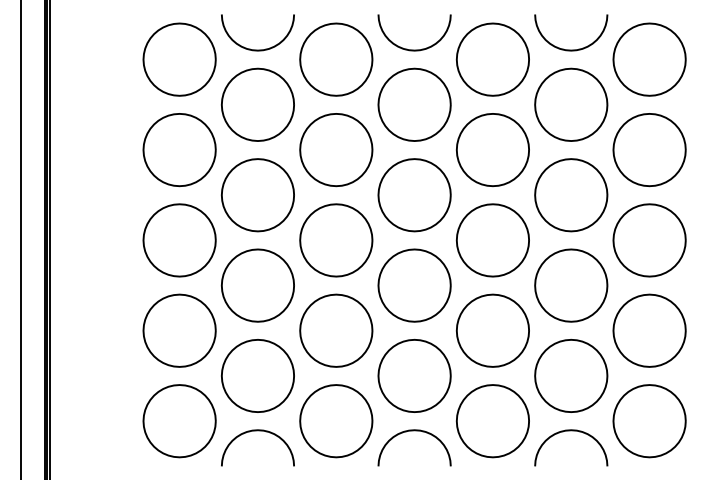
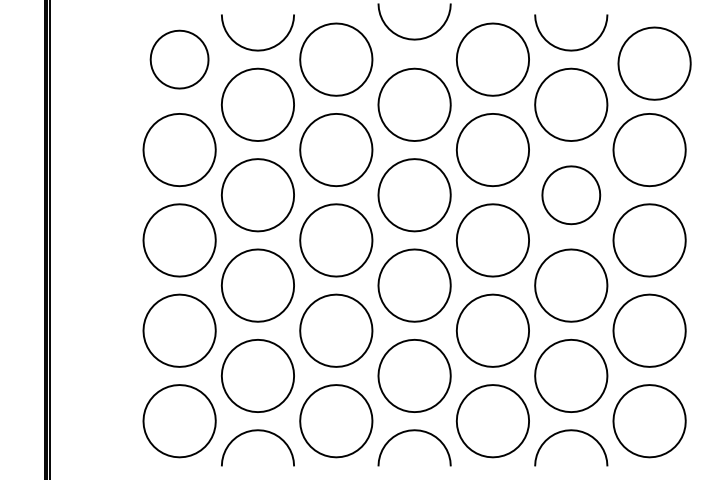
curve at (414, 49) position: (414, 49) -> (414, 38)
part at (179, 59) size: 75x75 px -> 61x61 px
part at (649, 59) position: (649, 59) -> (654, 63)
part at (571, 195) size: 75x75 px -> 61x61 px
line at (21, 239): present -> none
